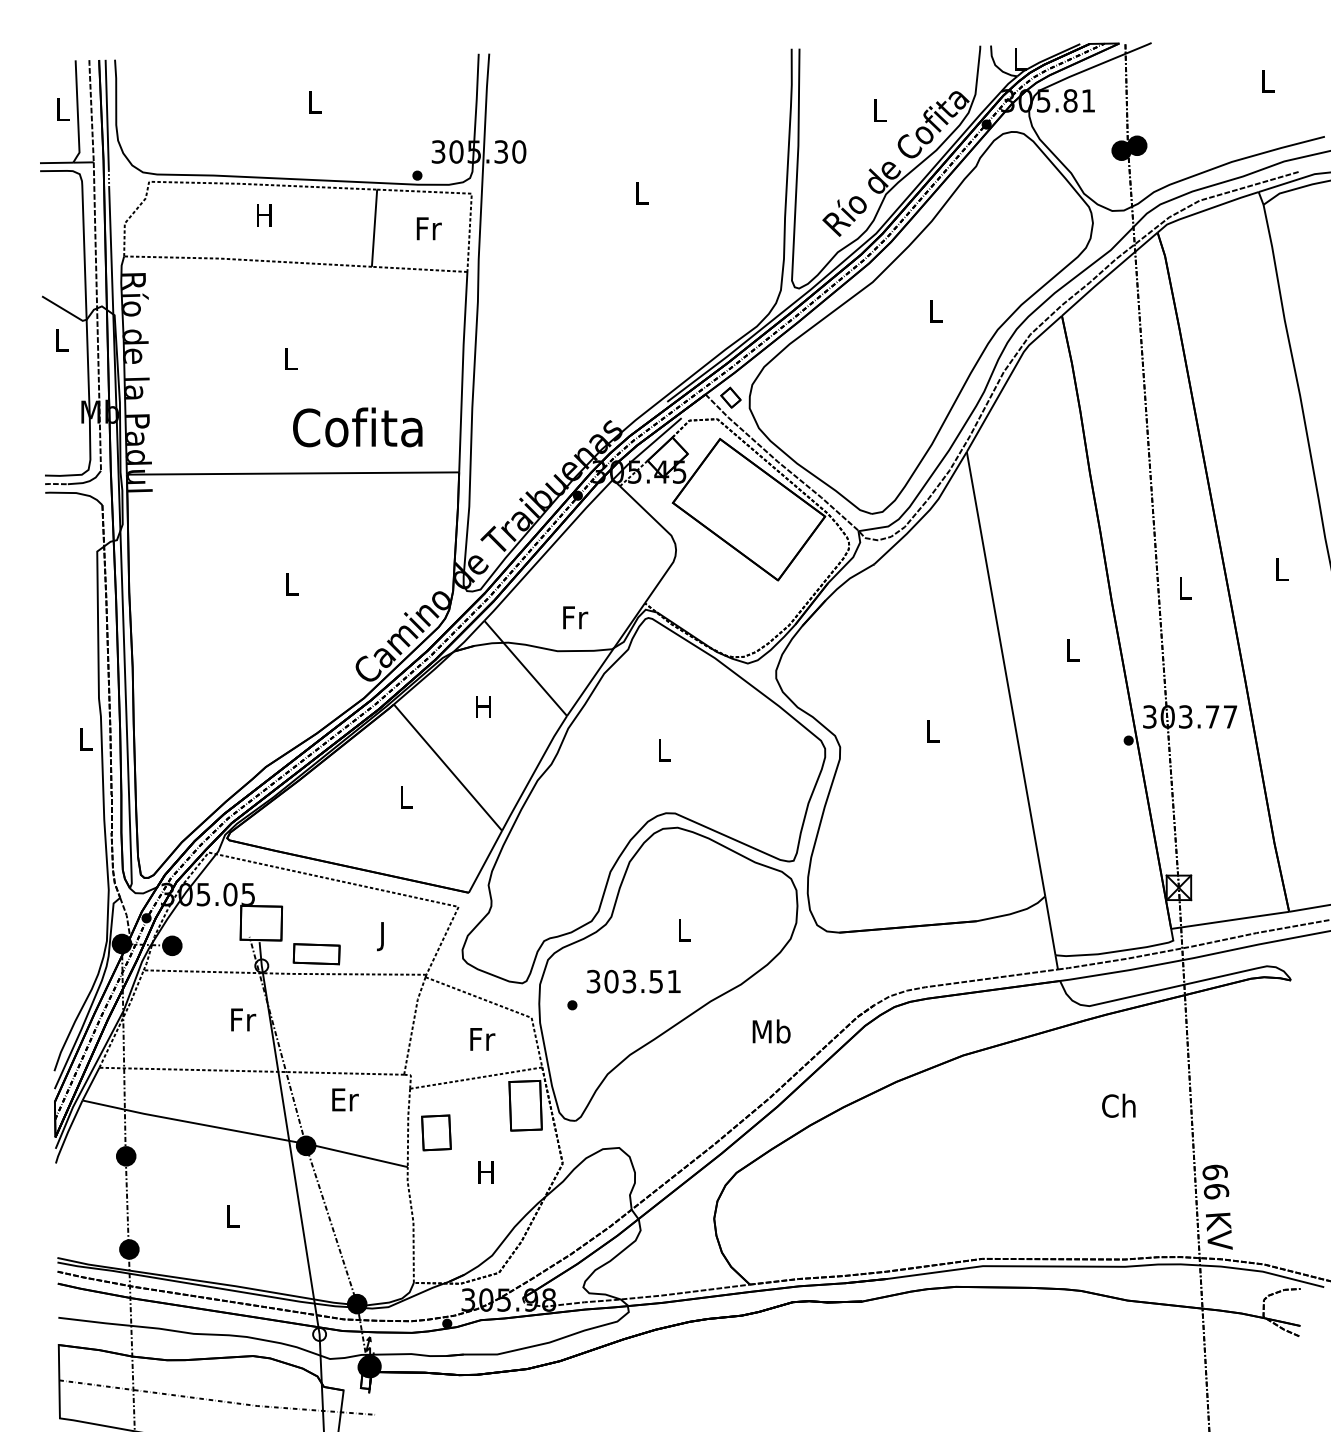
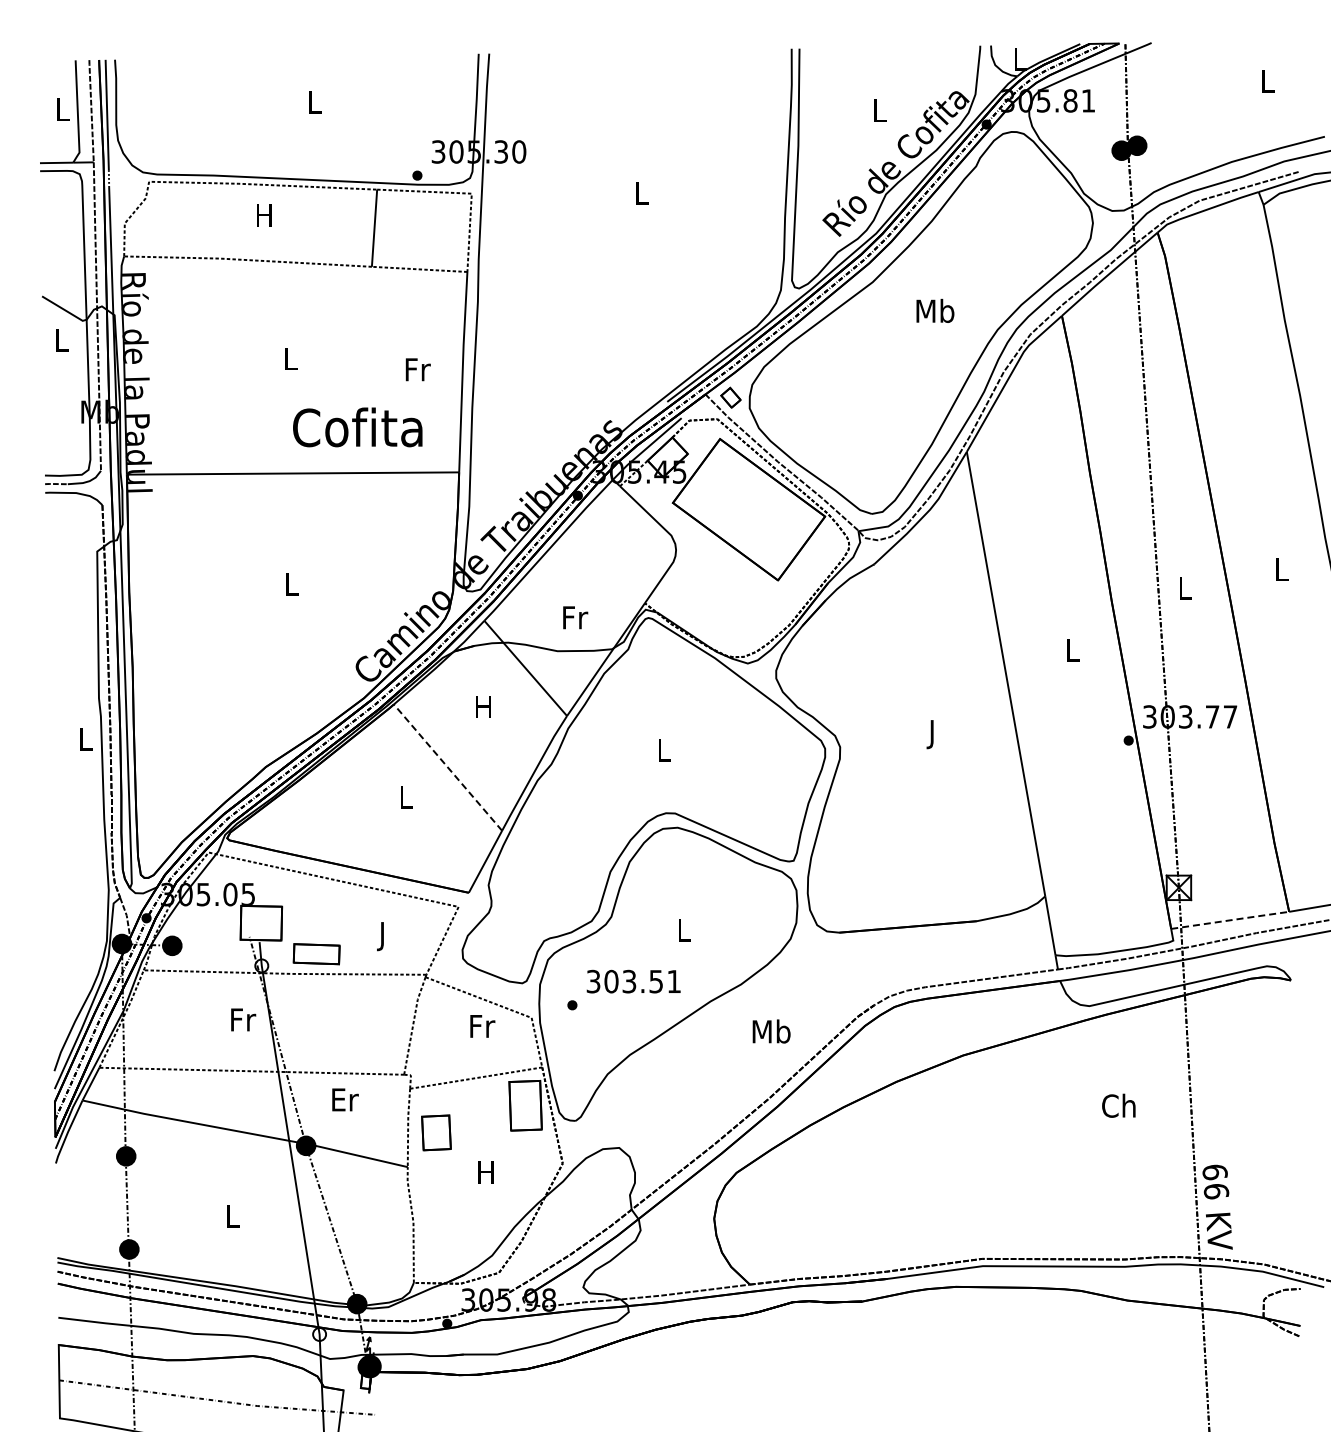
text at (428, 228) position: (428, 228) -> (417, 369)
text at (935, 310): L -> Mb
text at (932, 734): L -> J
line at (447, 767): solid -> dashed
line at (1231, 920): solid -> dashed
text at (482, 1039) position: (482, 1039) -> (482, 1026)
